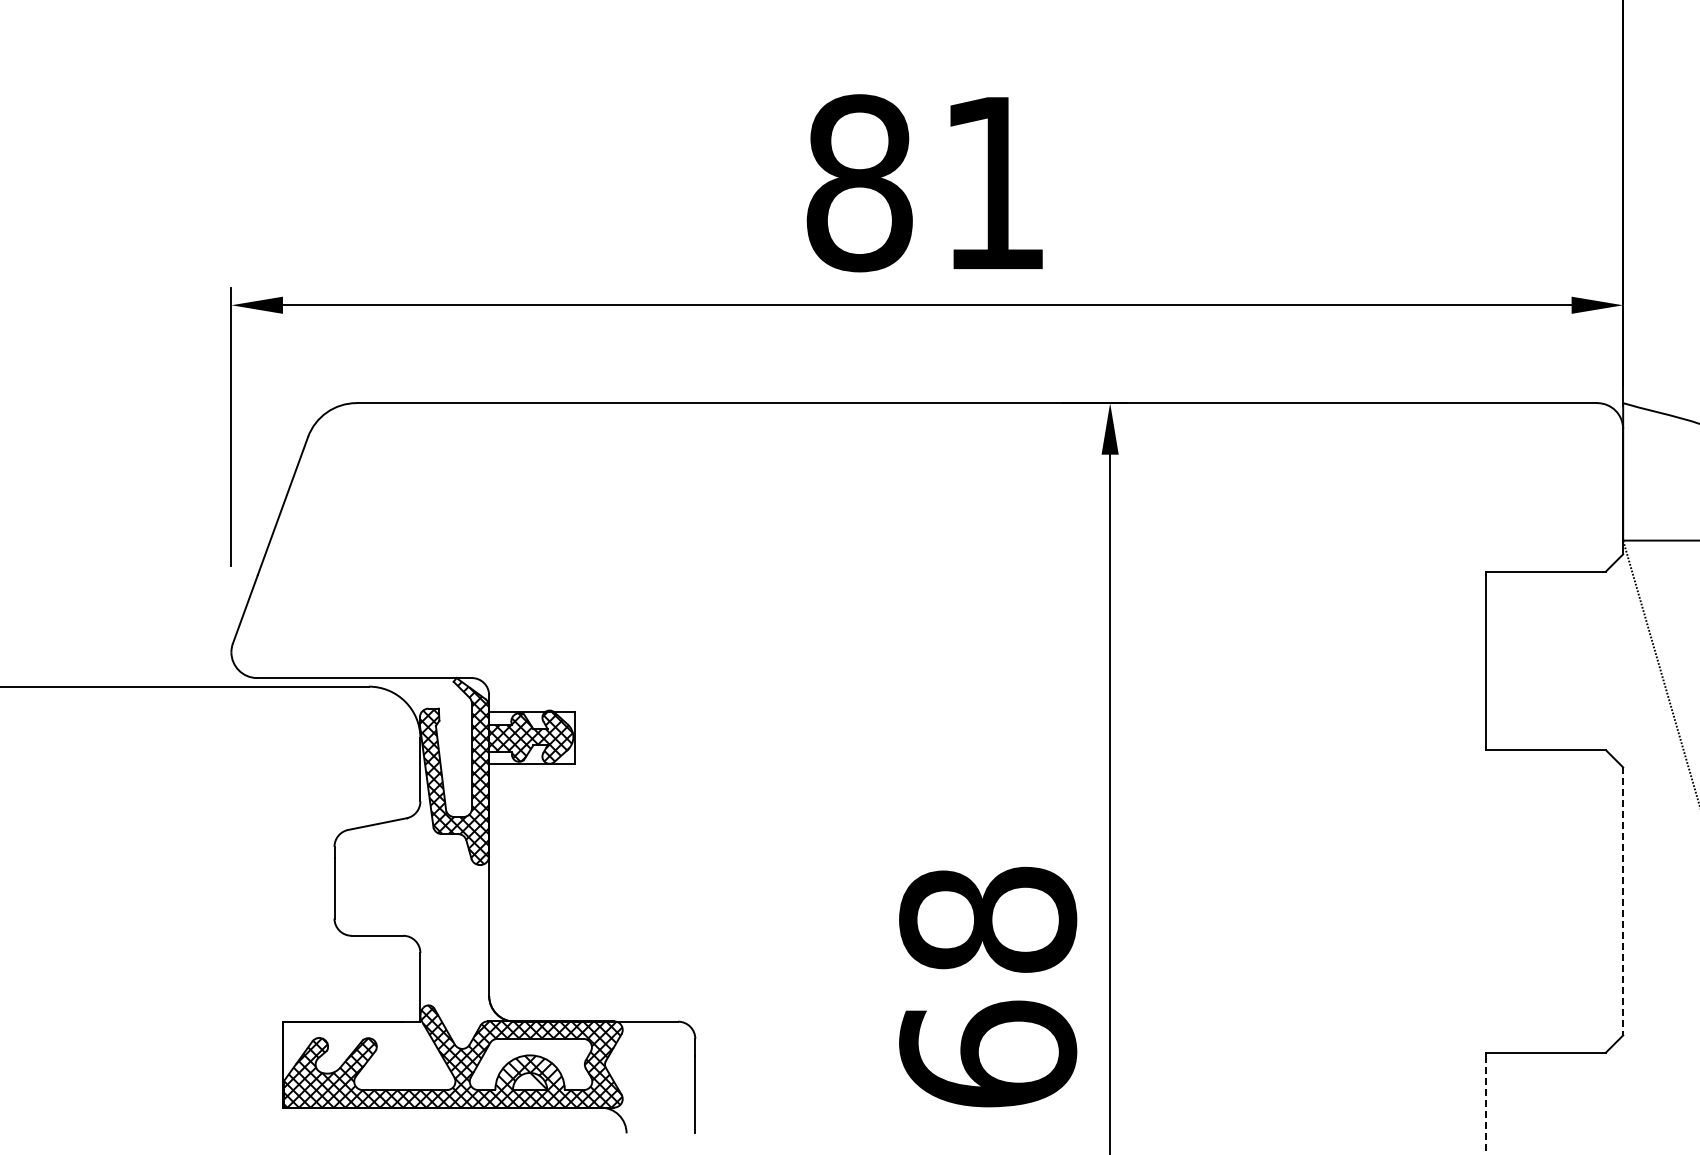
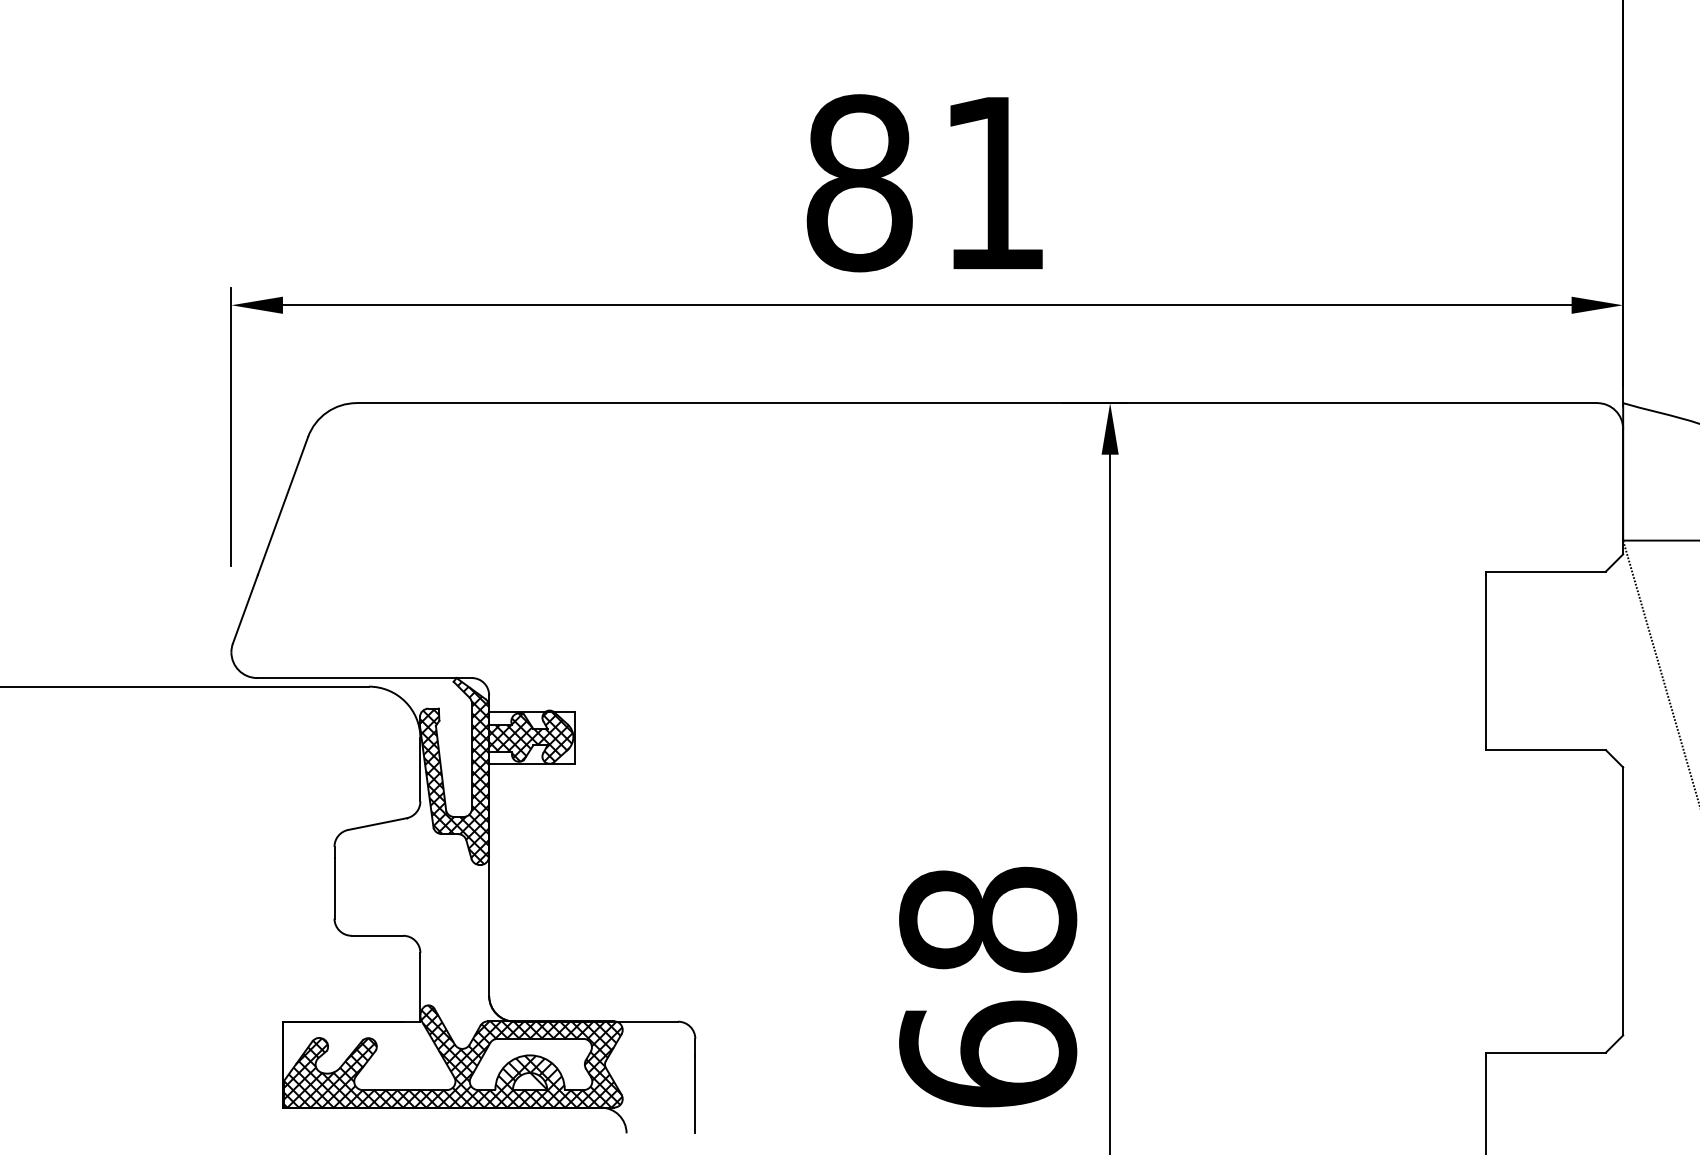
line at (1623, 901): dashed -> solid
line at (1485, 1105): dashed -> solid
